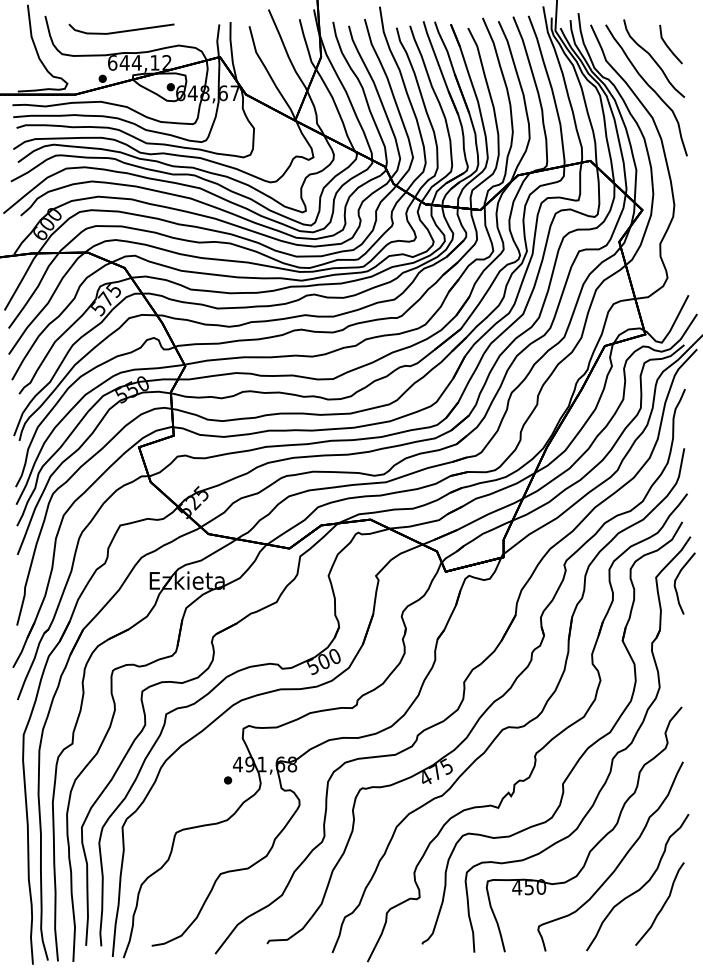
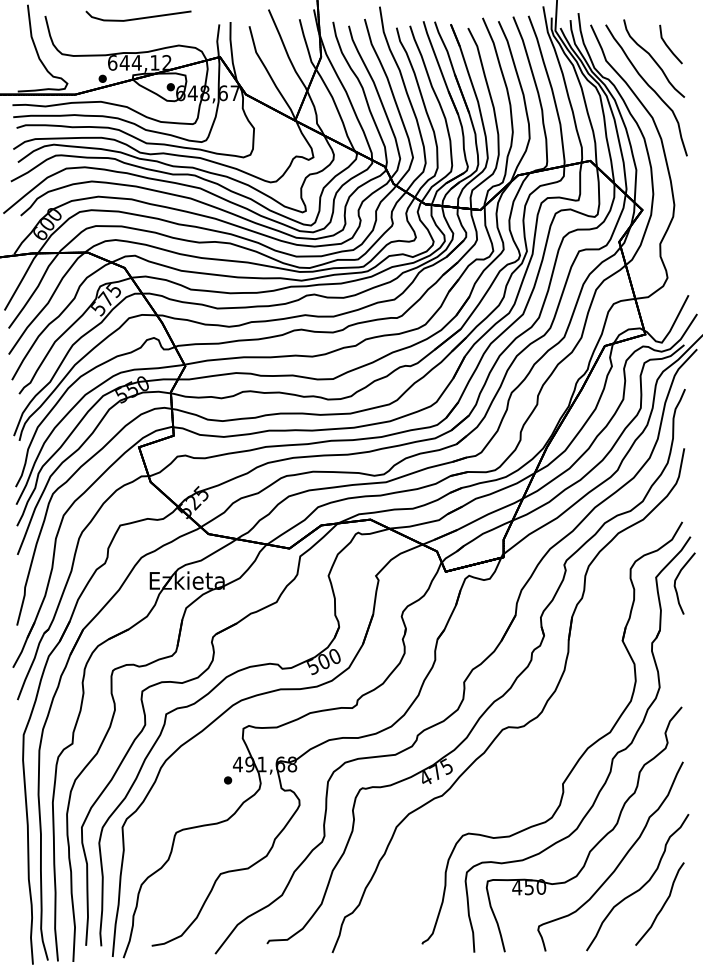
line at (121, 30) position: (121, 30) -> (138, 17)
part at (540, 748): present -> none
